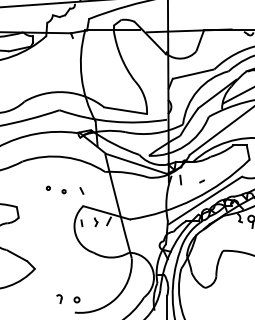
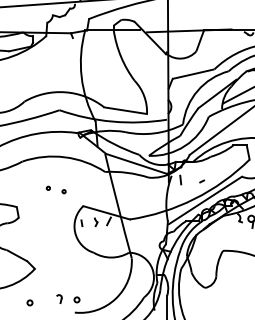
line at (81, 190): present -> none
circle at (29, 302): none -> present
